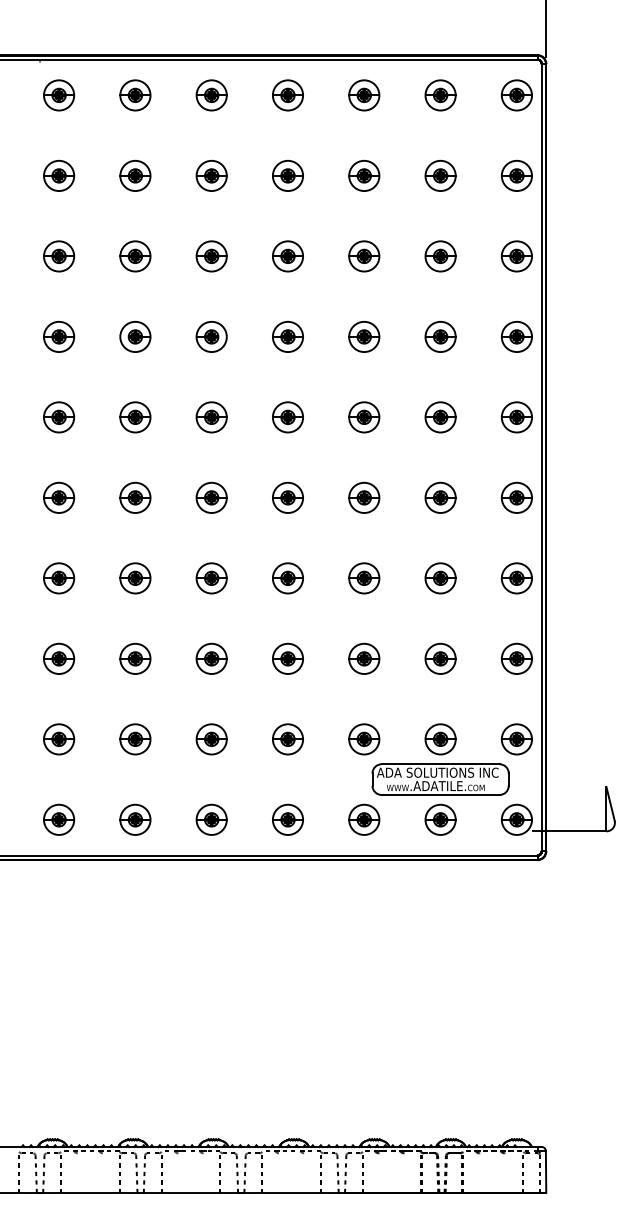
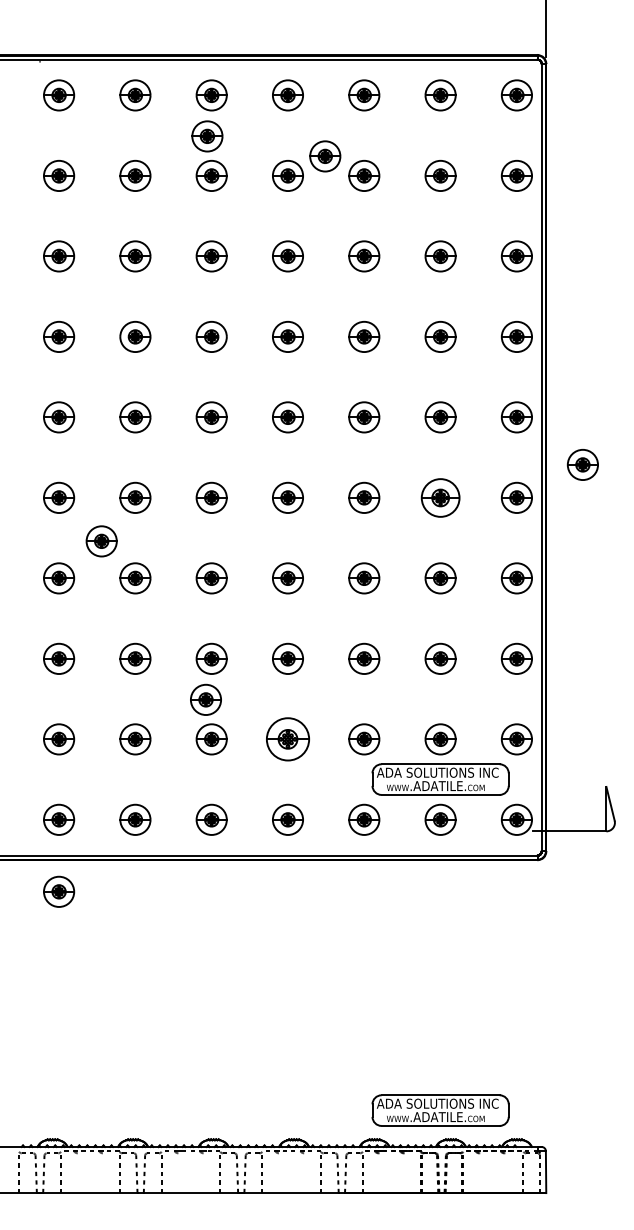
part at (207, 136): none -> present
part at (325, 156): none -> present
part at (582, 464): none -> present
part at (440, 497) size: 33x33 px -> 41x40 px
part at (101, 541): none -> present
part at (205, 699): none -> present
part at (287, 739) size: 32x33 px -> 44x45 px
part at (59, 891): none -> present
part at (440, 1110): none -> present
